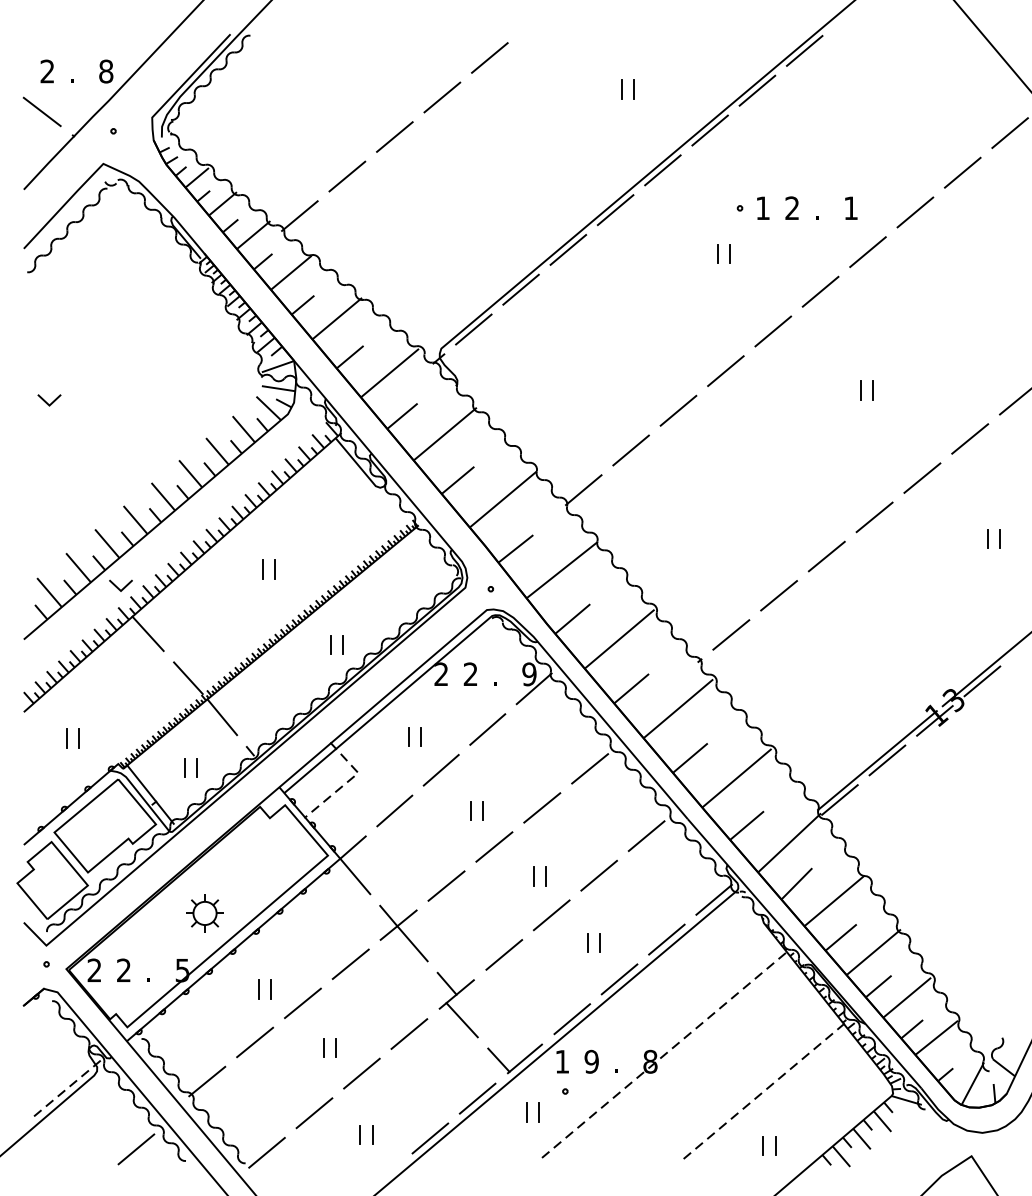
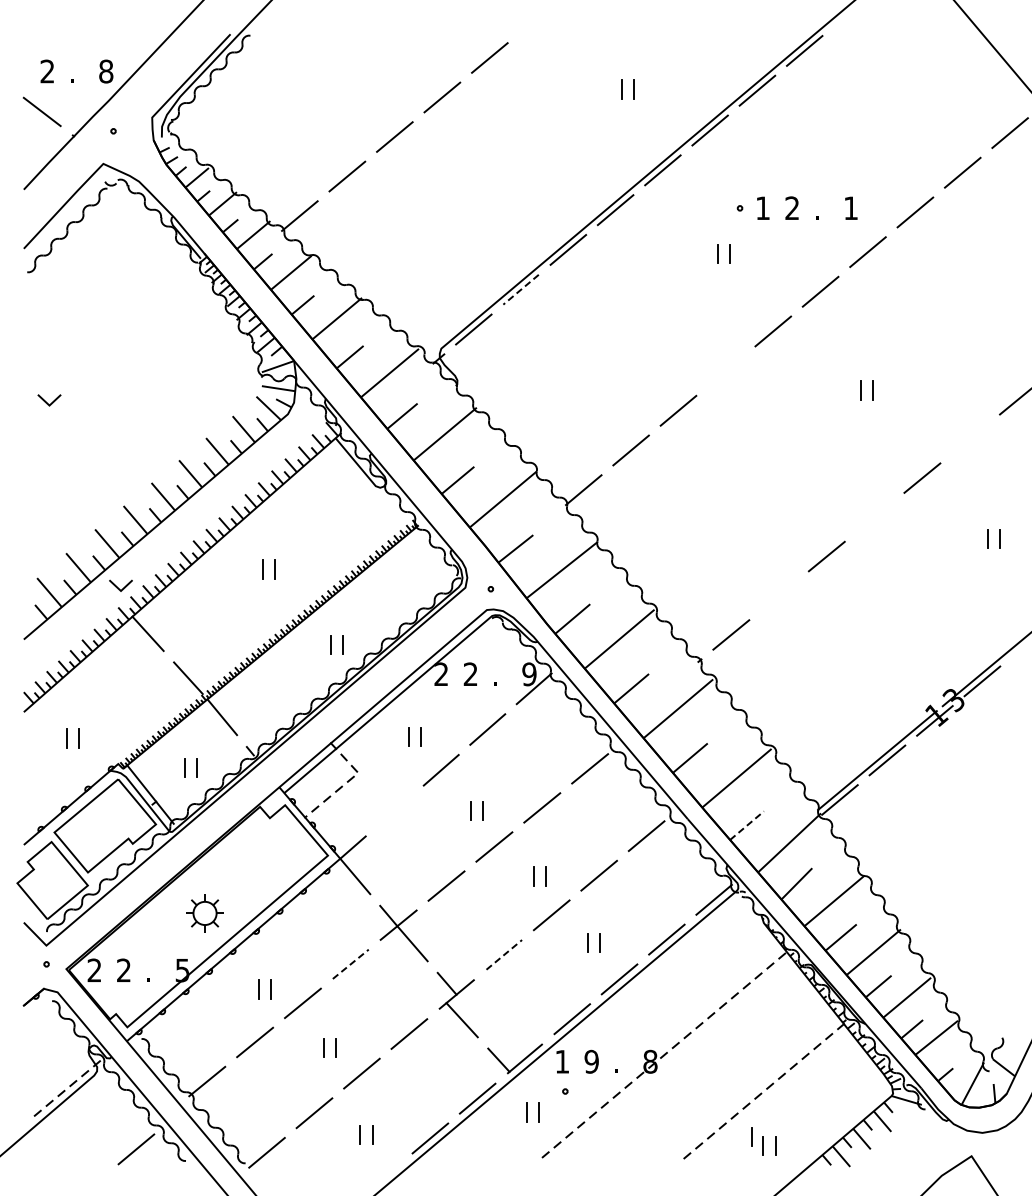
line at (520, 290): solid -> dashed
line at (725, 371): present -> none
line at (970, 438): present -> none
line at (874, 517): present -> none
line at (778, 595): present -> none
line at (394, 810): present -> none
line at (747, 825): solid -> dashed
line at (504, 954): solid -> dashed
line at (351, 963): solid -> dashed
line at (751, 1136): none -> present
